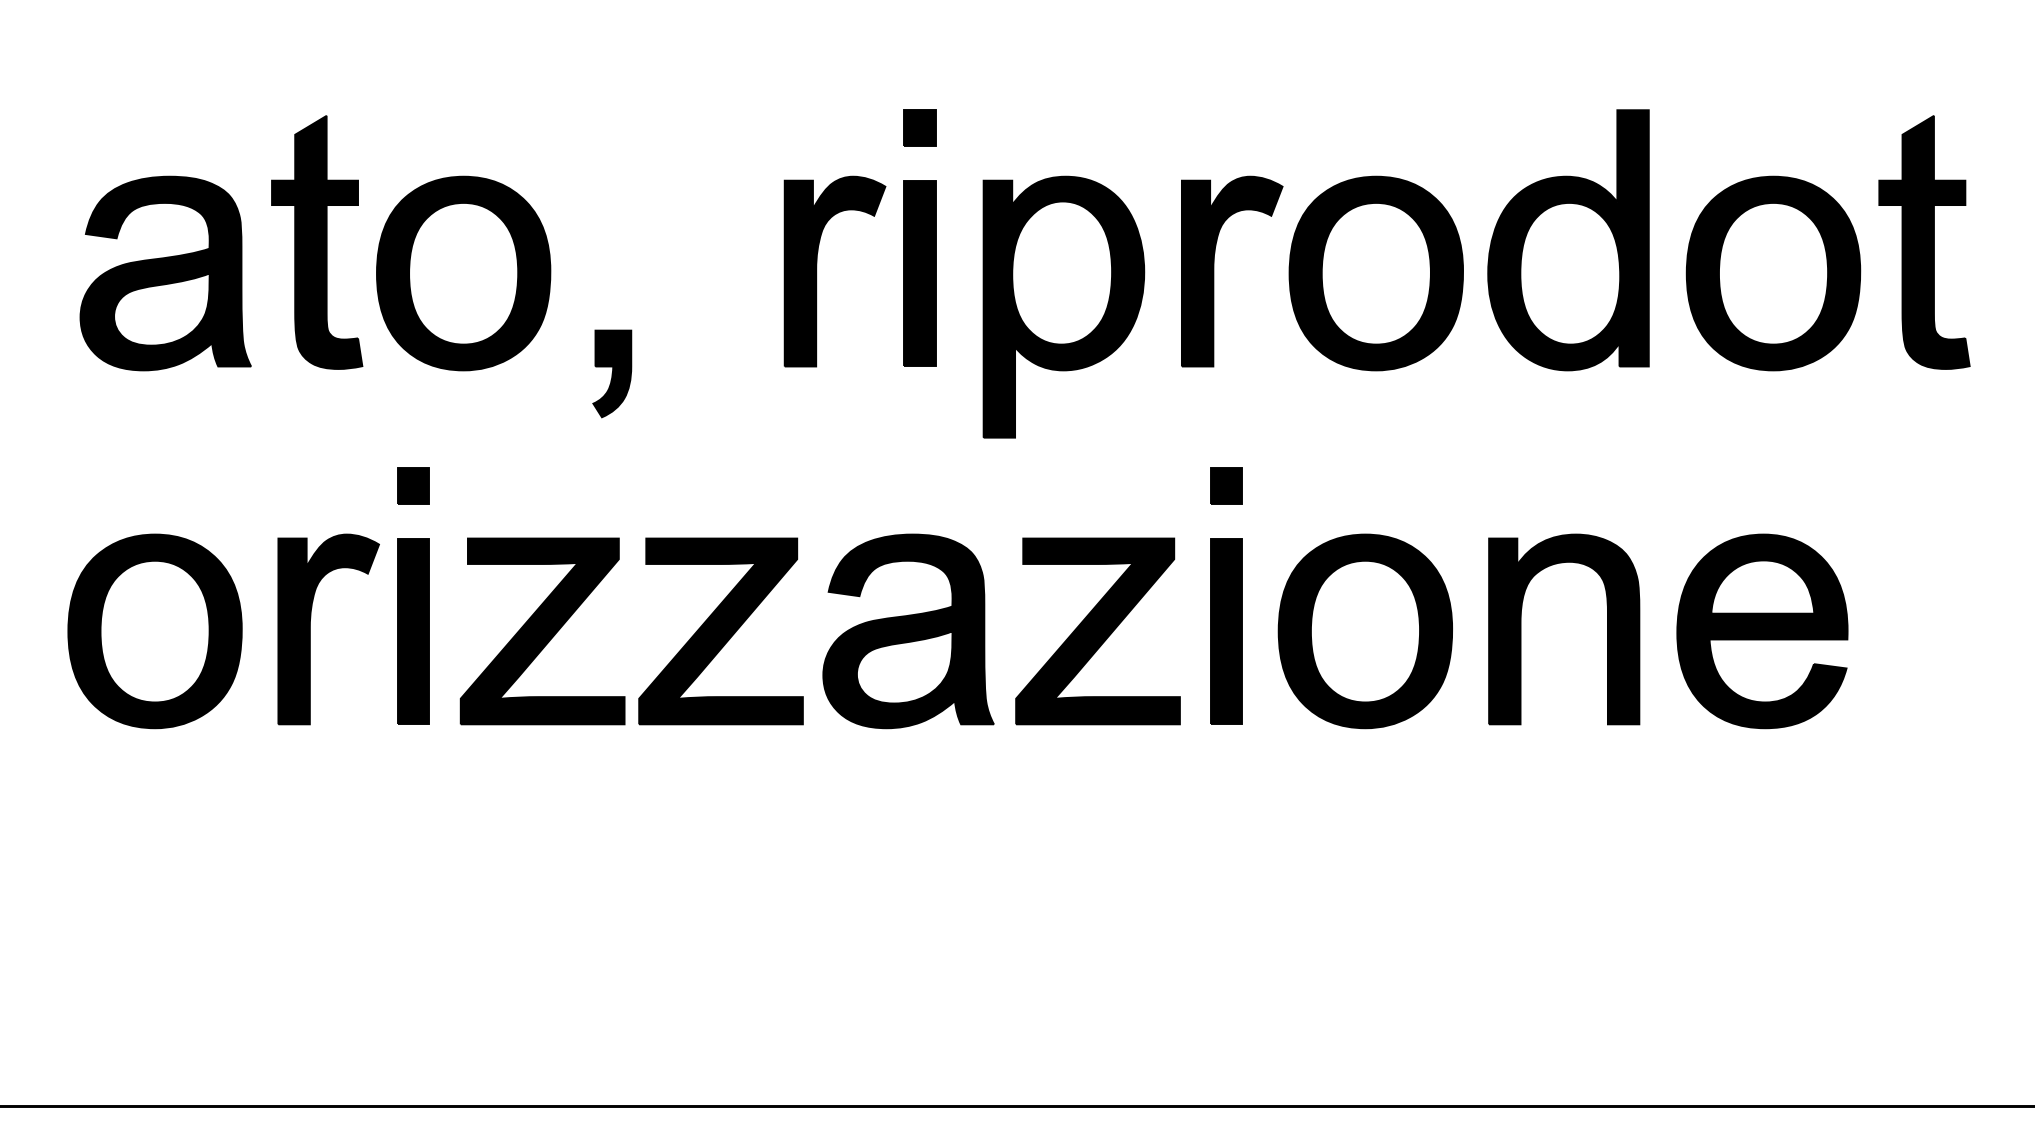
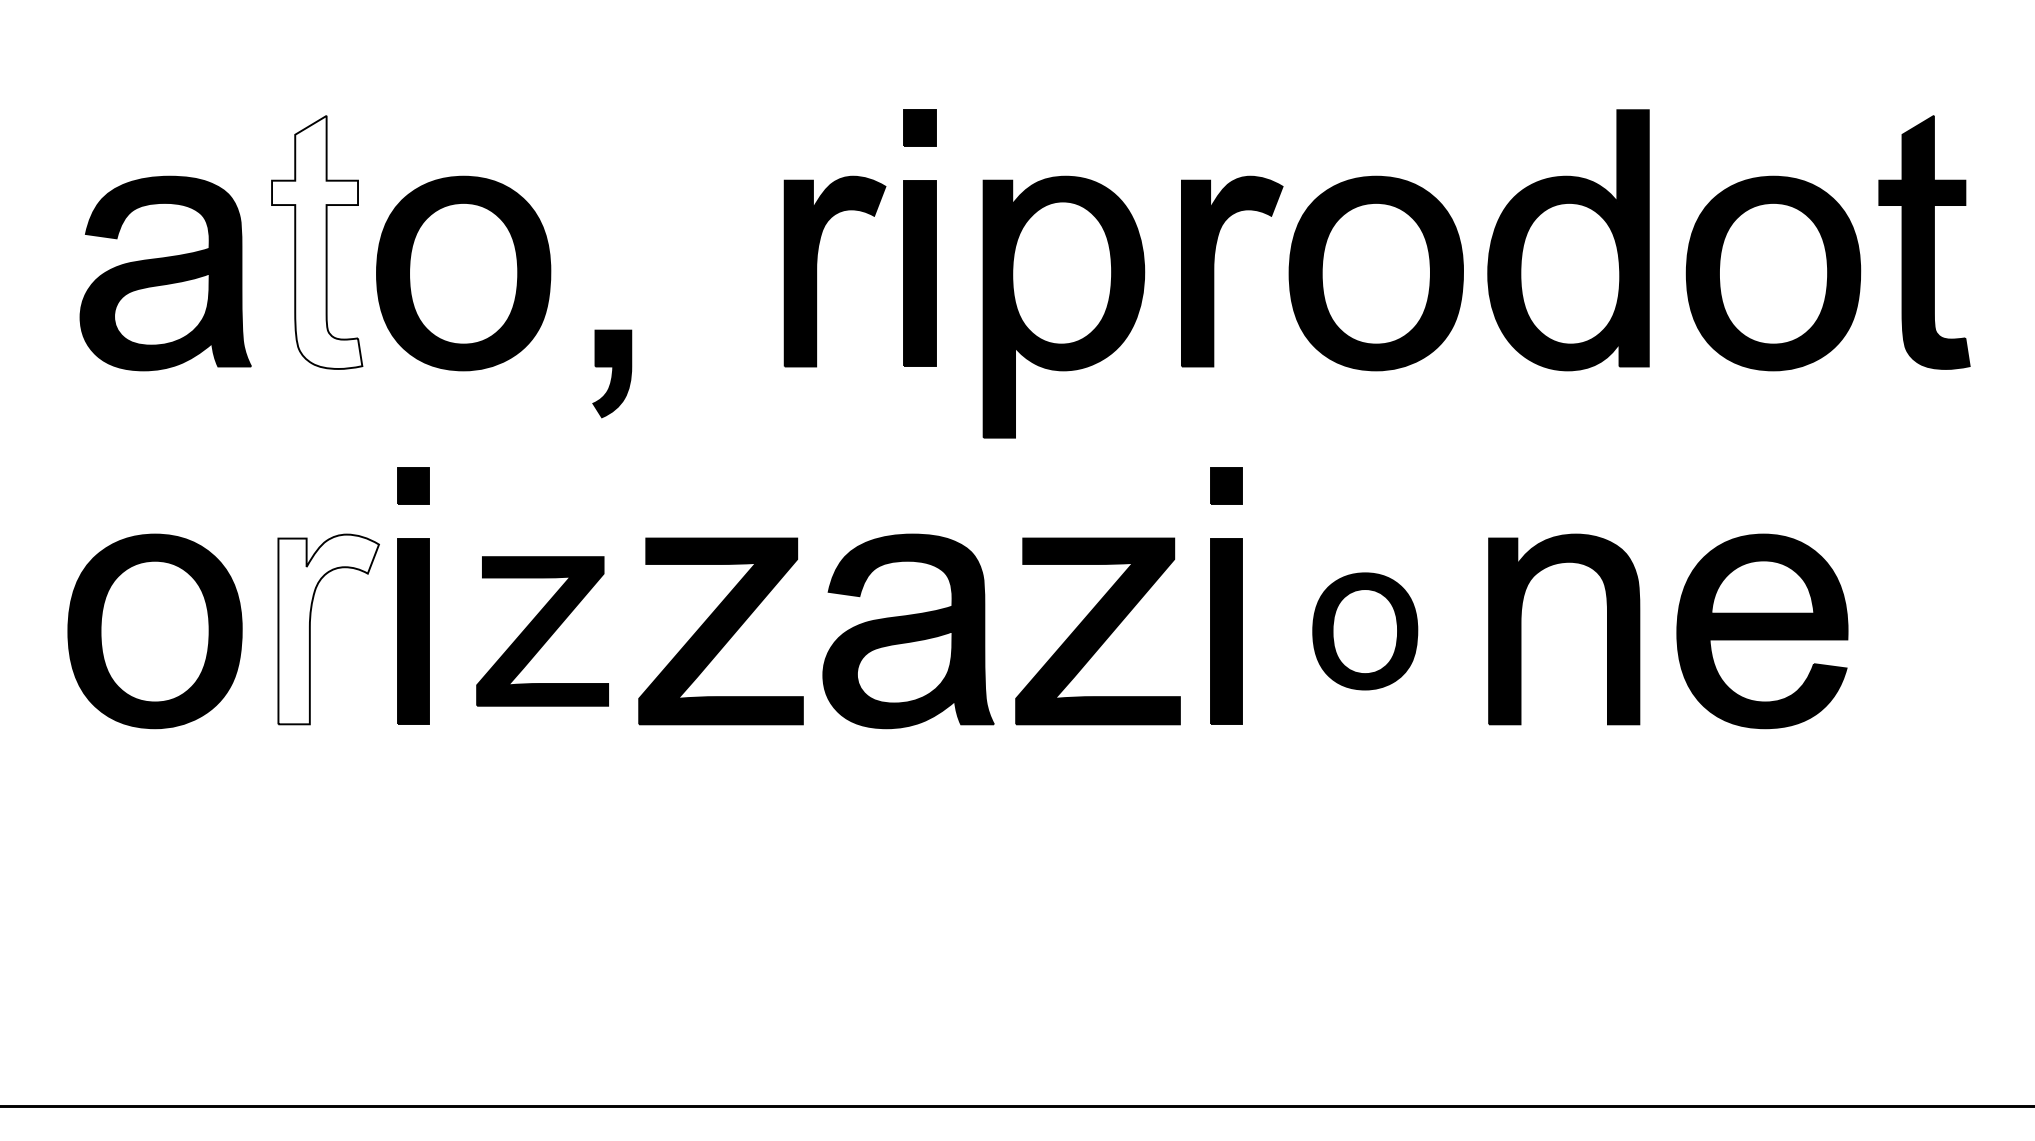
fill at (317, 241): present -> none
fill at (328, 629): present -> none
part at (542, 631) size: 167x189 px -> 133x151 px
part at (1364, 631) size: 176x197 px -> 107x119 px
